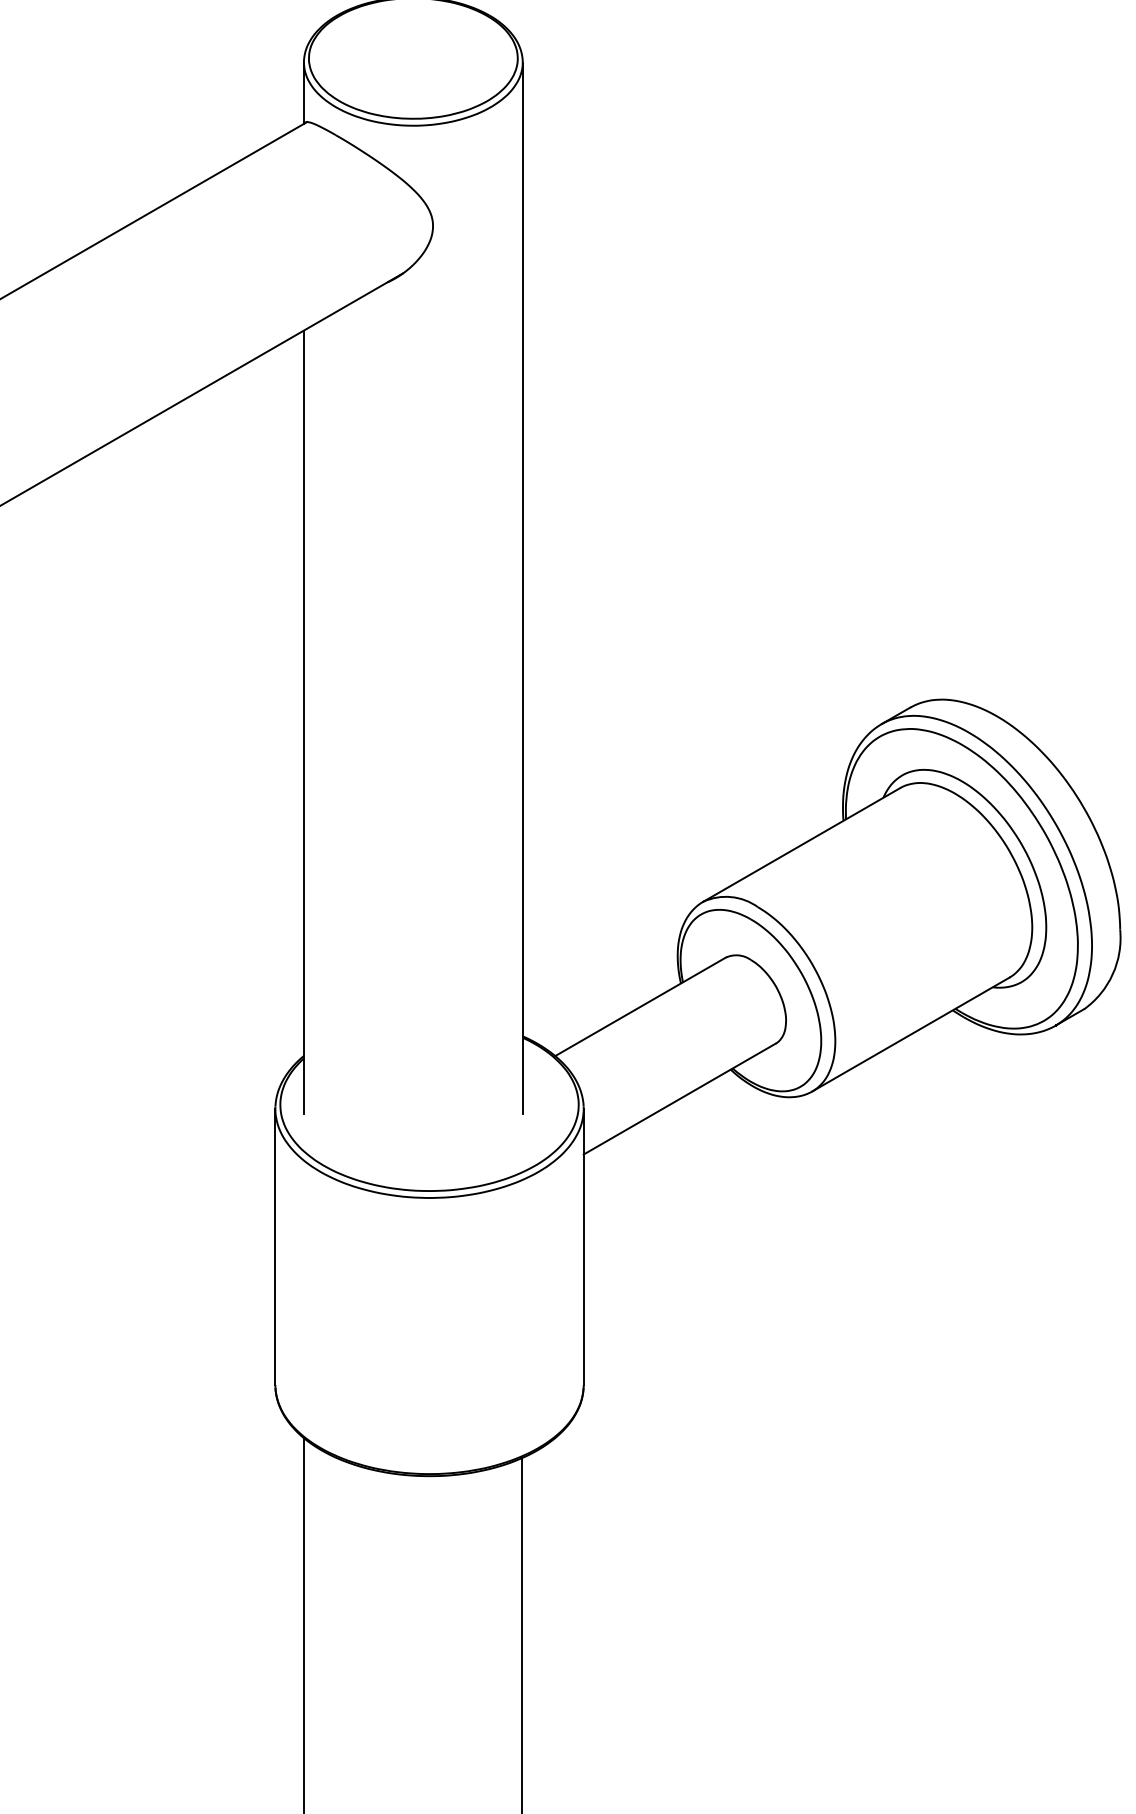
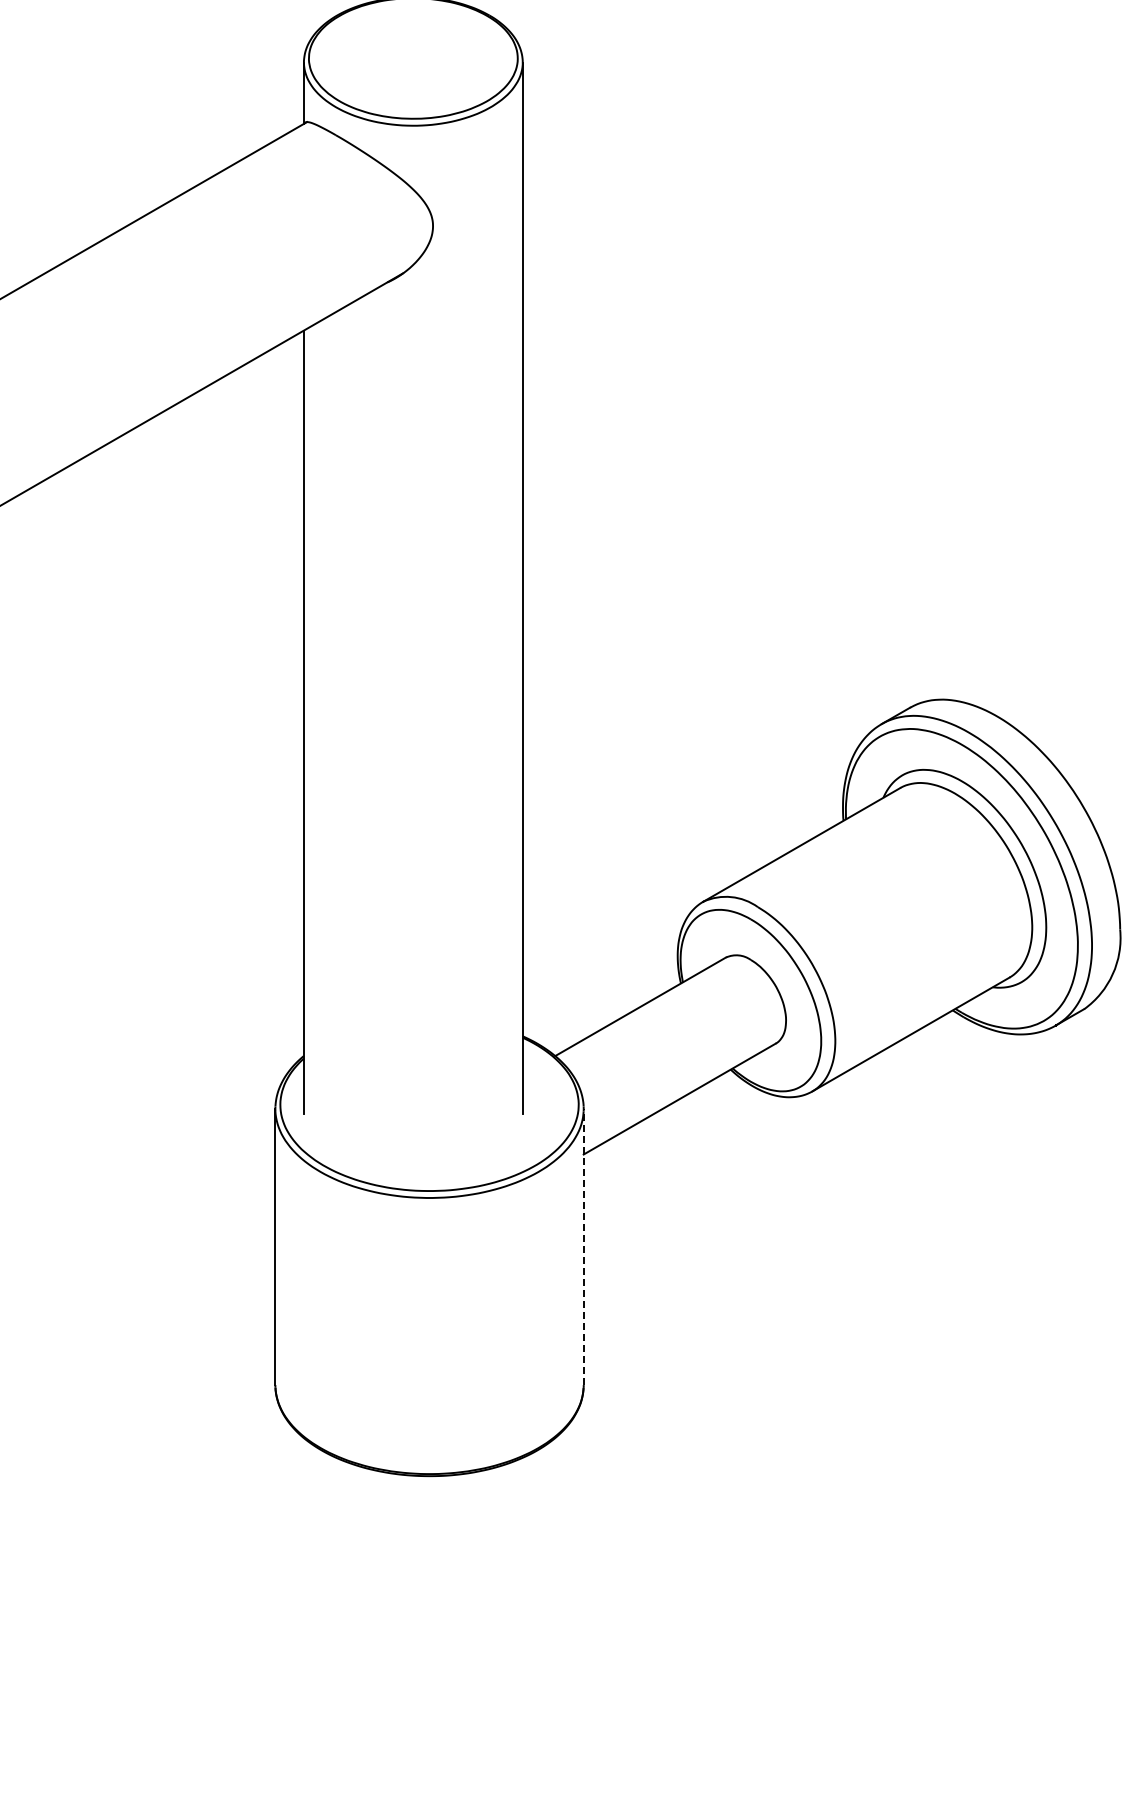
line at (583, 1246): solid -> dashed
line at (304, 1624): present -> none
line at (522, 1633): present -> none
